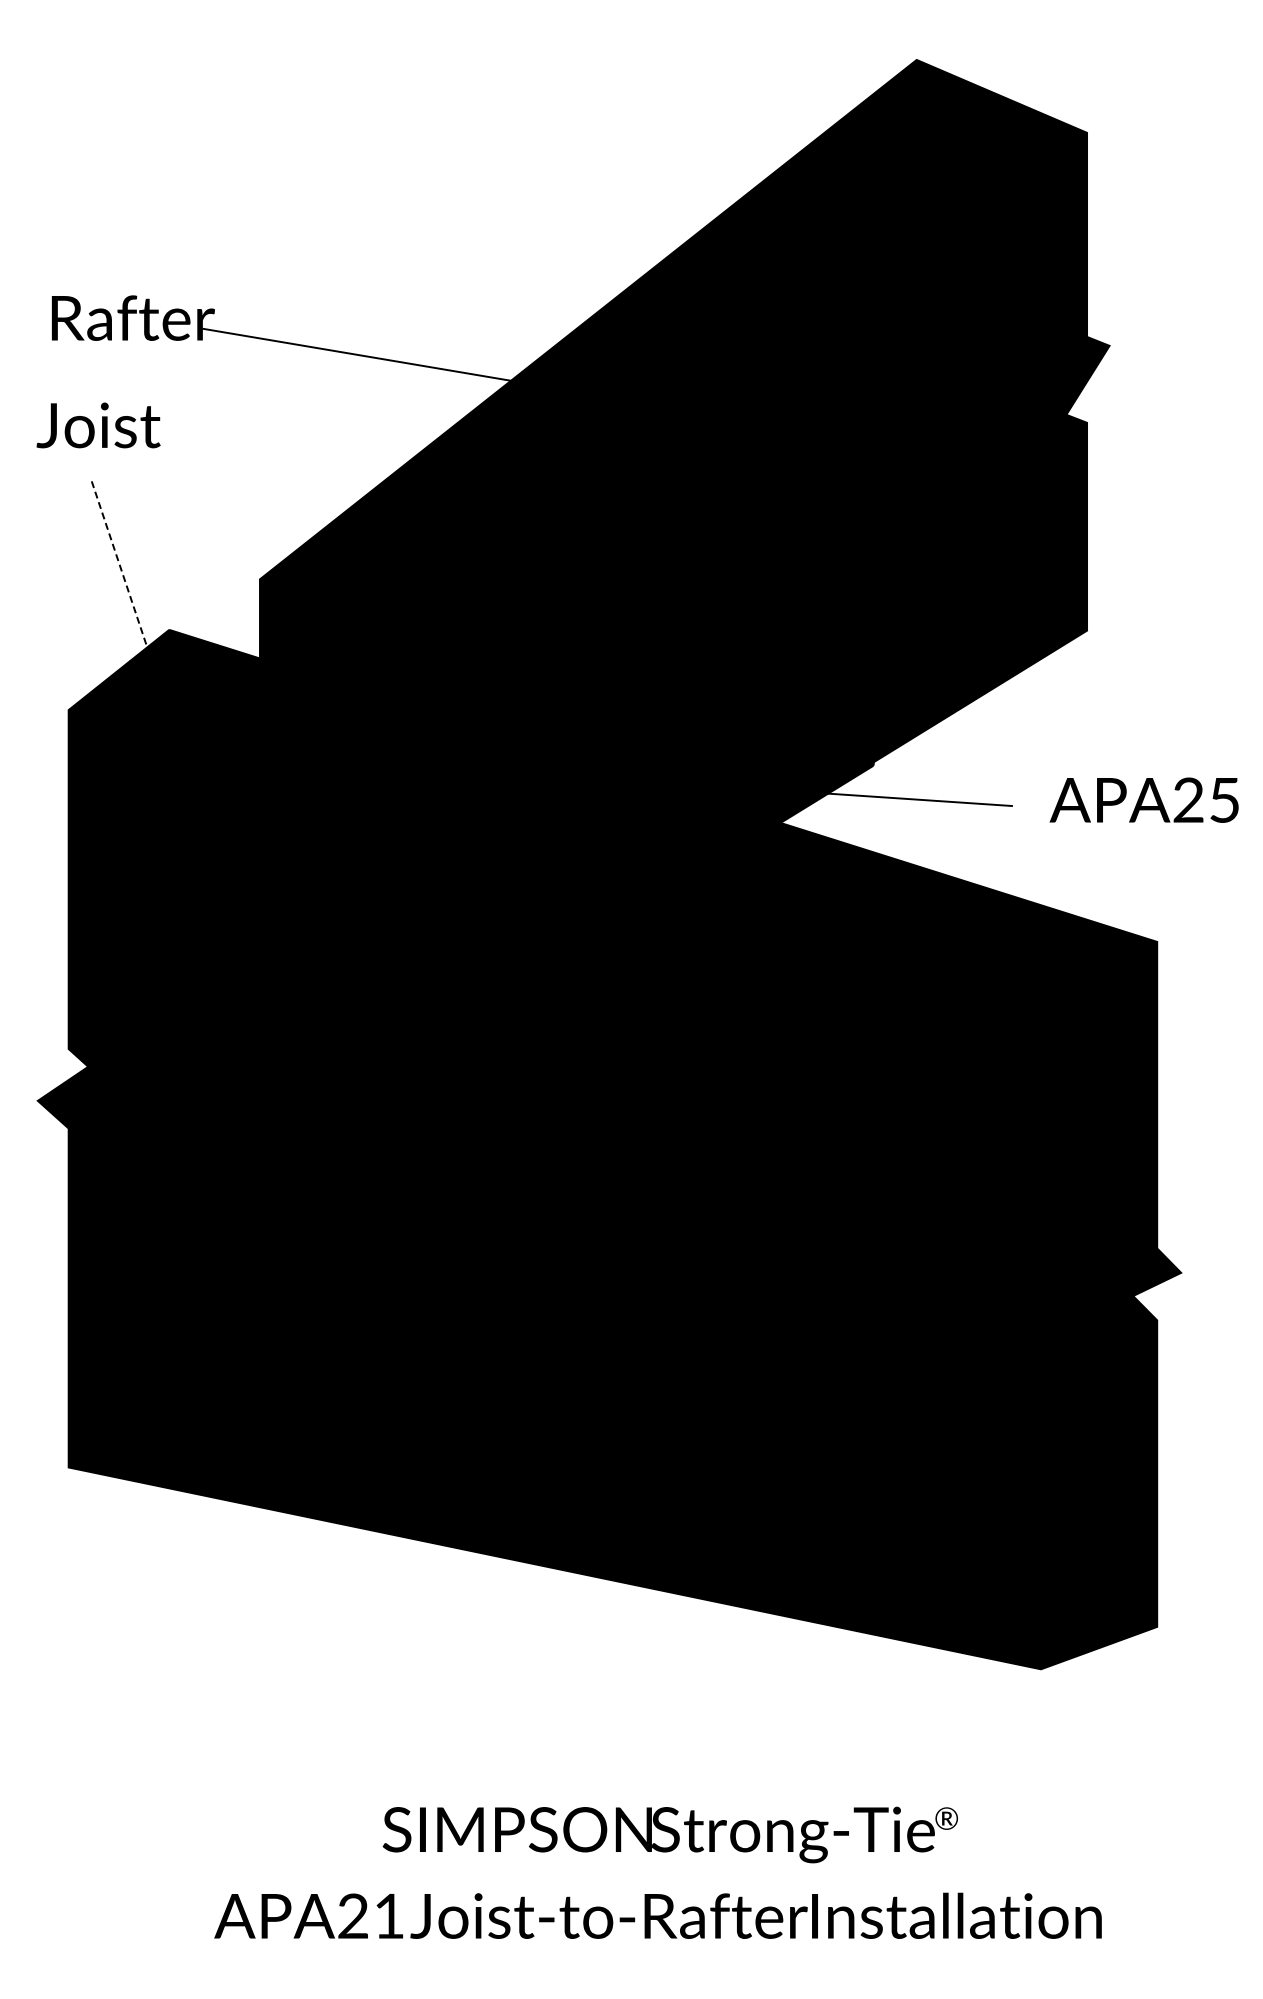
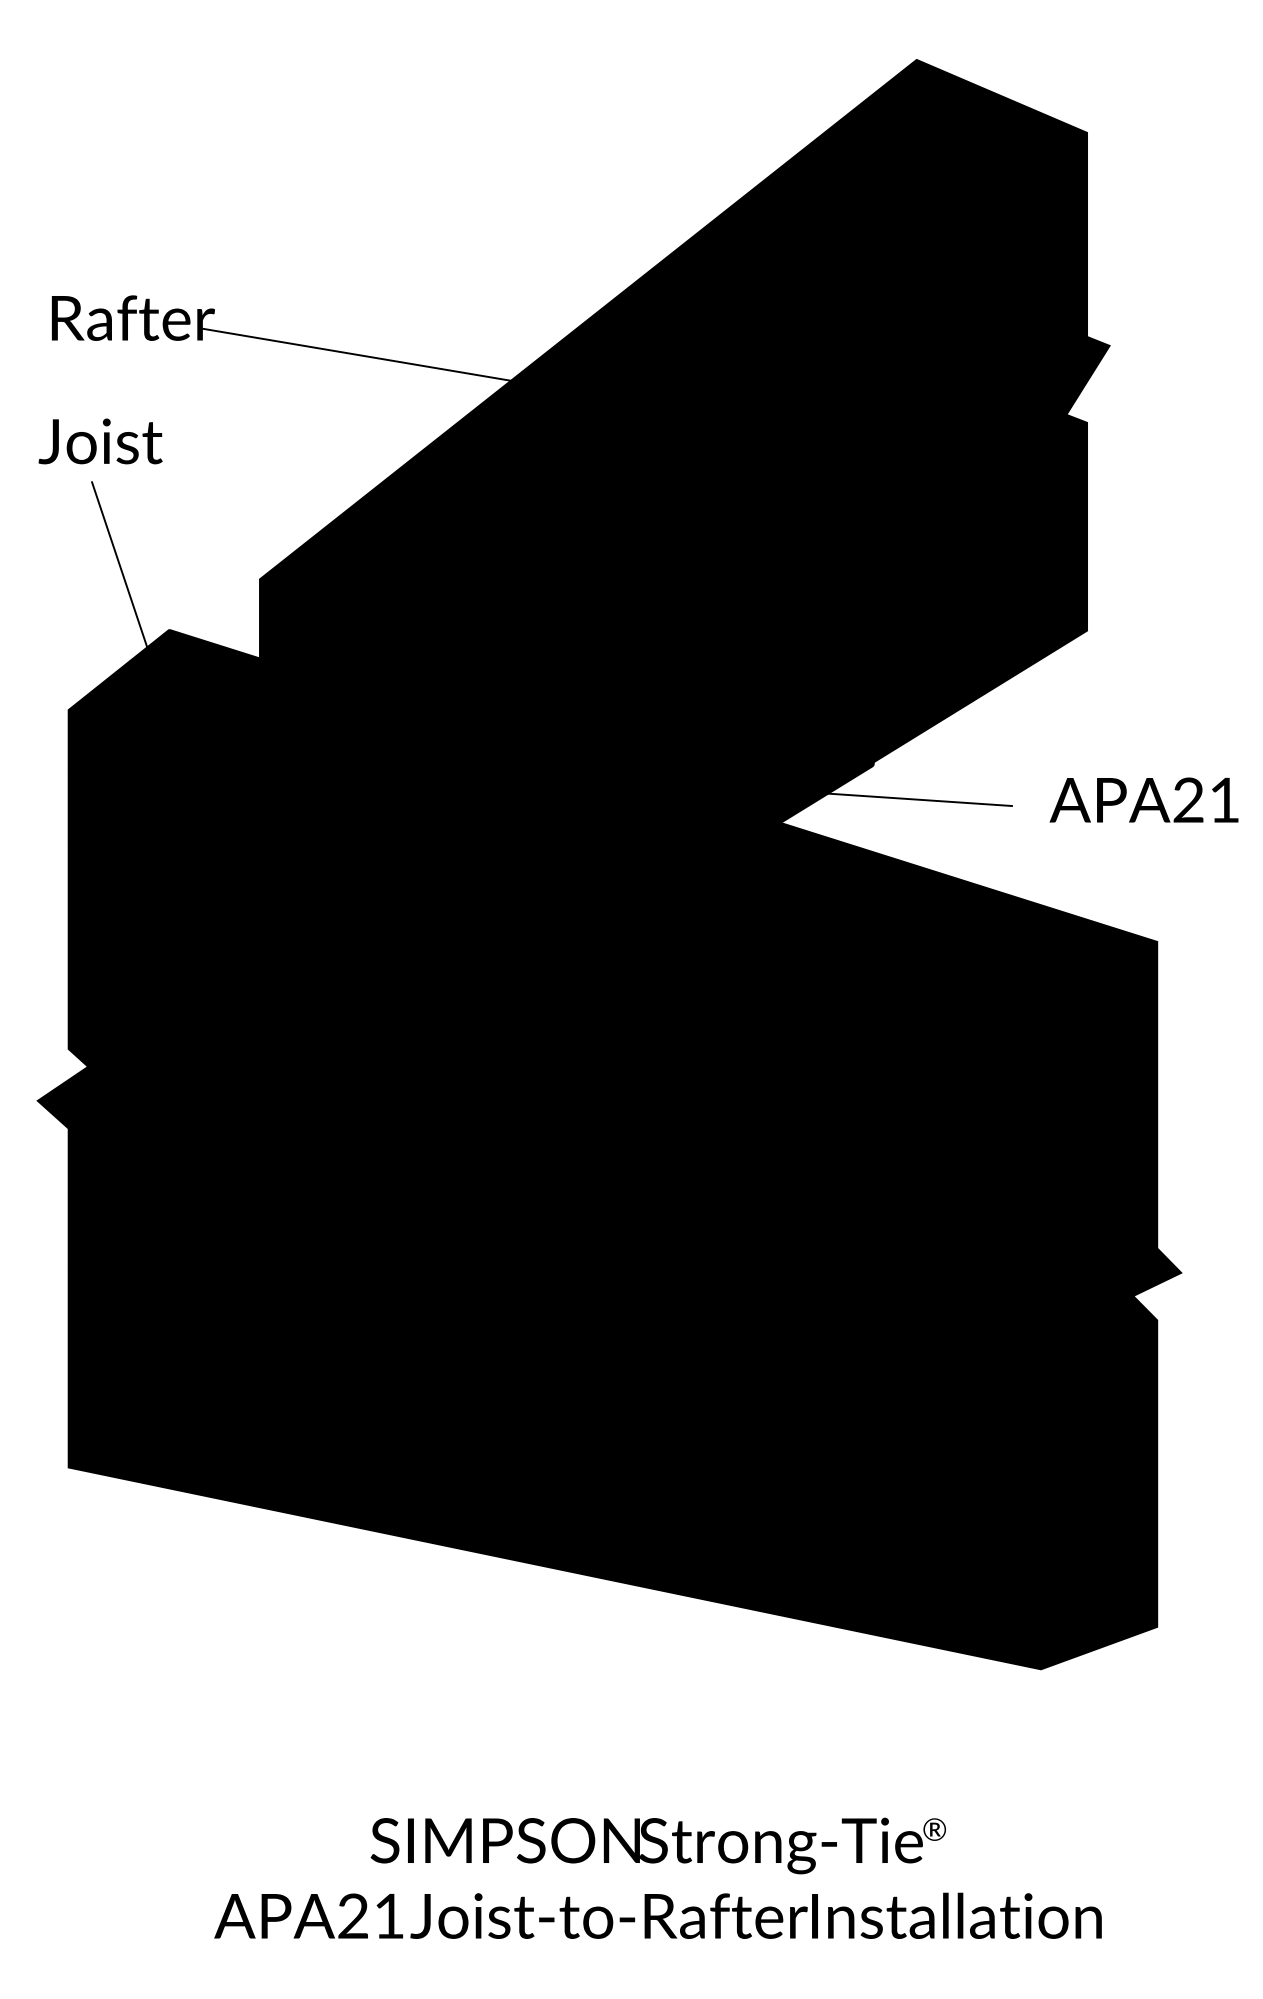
text at (98, 425) position: (98, 425) -> (100, 441)
line at (119, 564): dashed -> solid
text at (1224, 800): APA25 -> APA21
text at (669, 1834) position: (669, 1834) -> (657, 1845)
